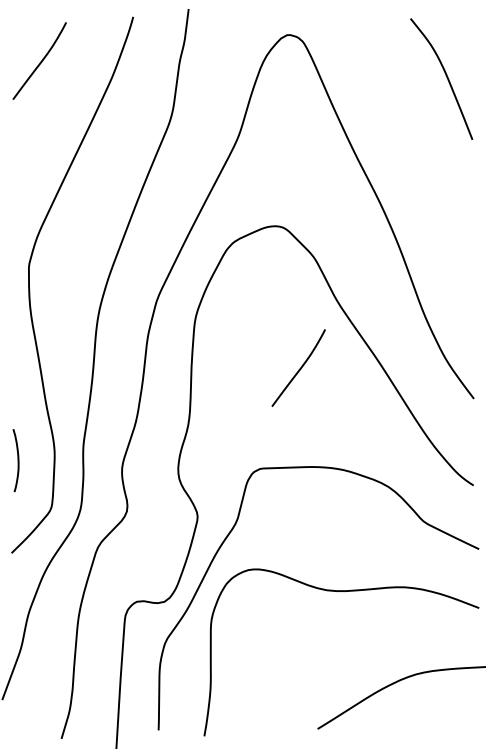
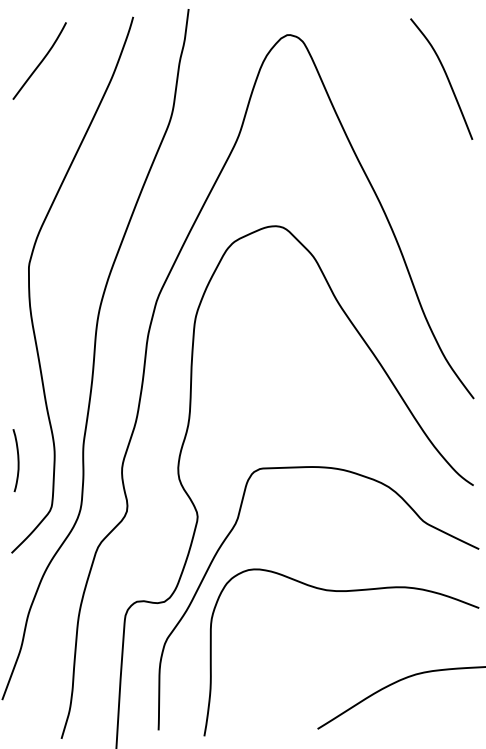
curve at (299, 368): present -> none
